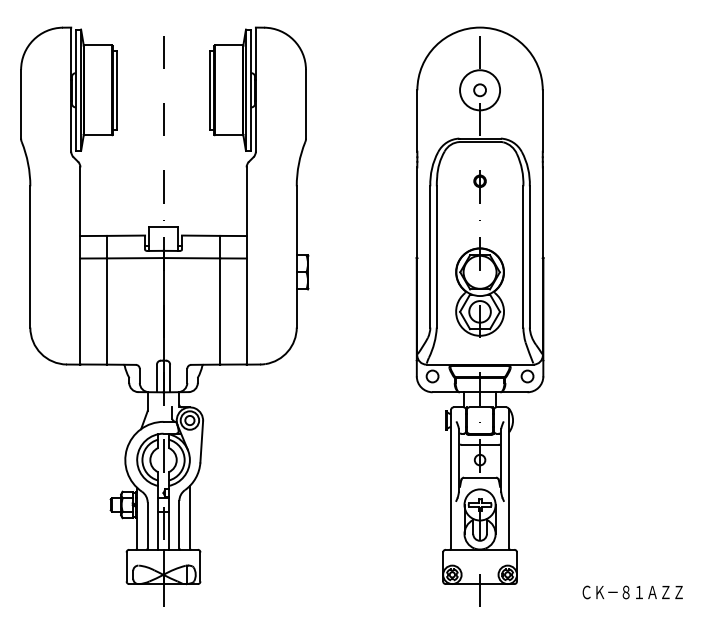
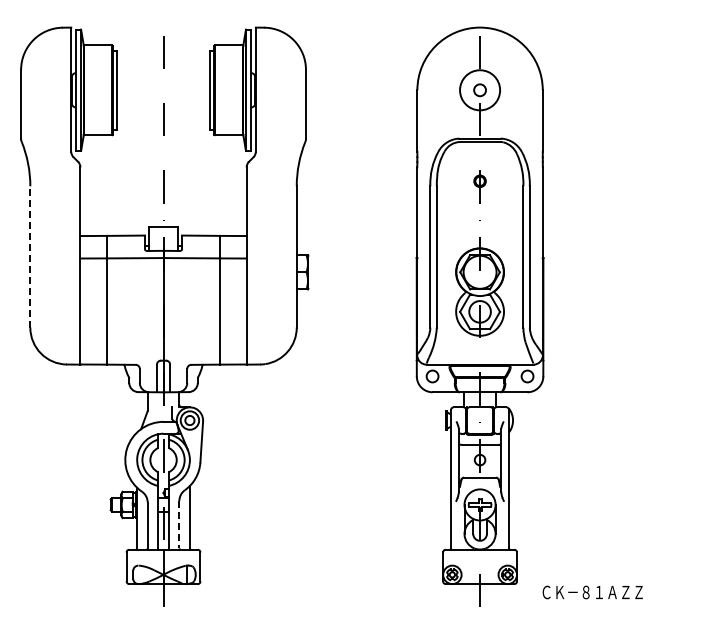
line at (30, 256): solid -> dashed
line at (179, 524): solid -> dashed
text at (632, 592) position: (632, 592) -> (592, 592)
